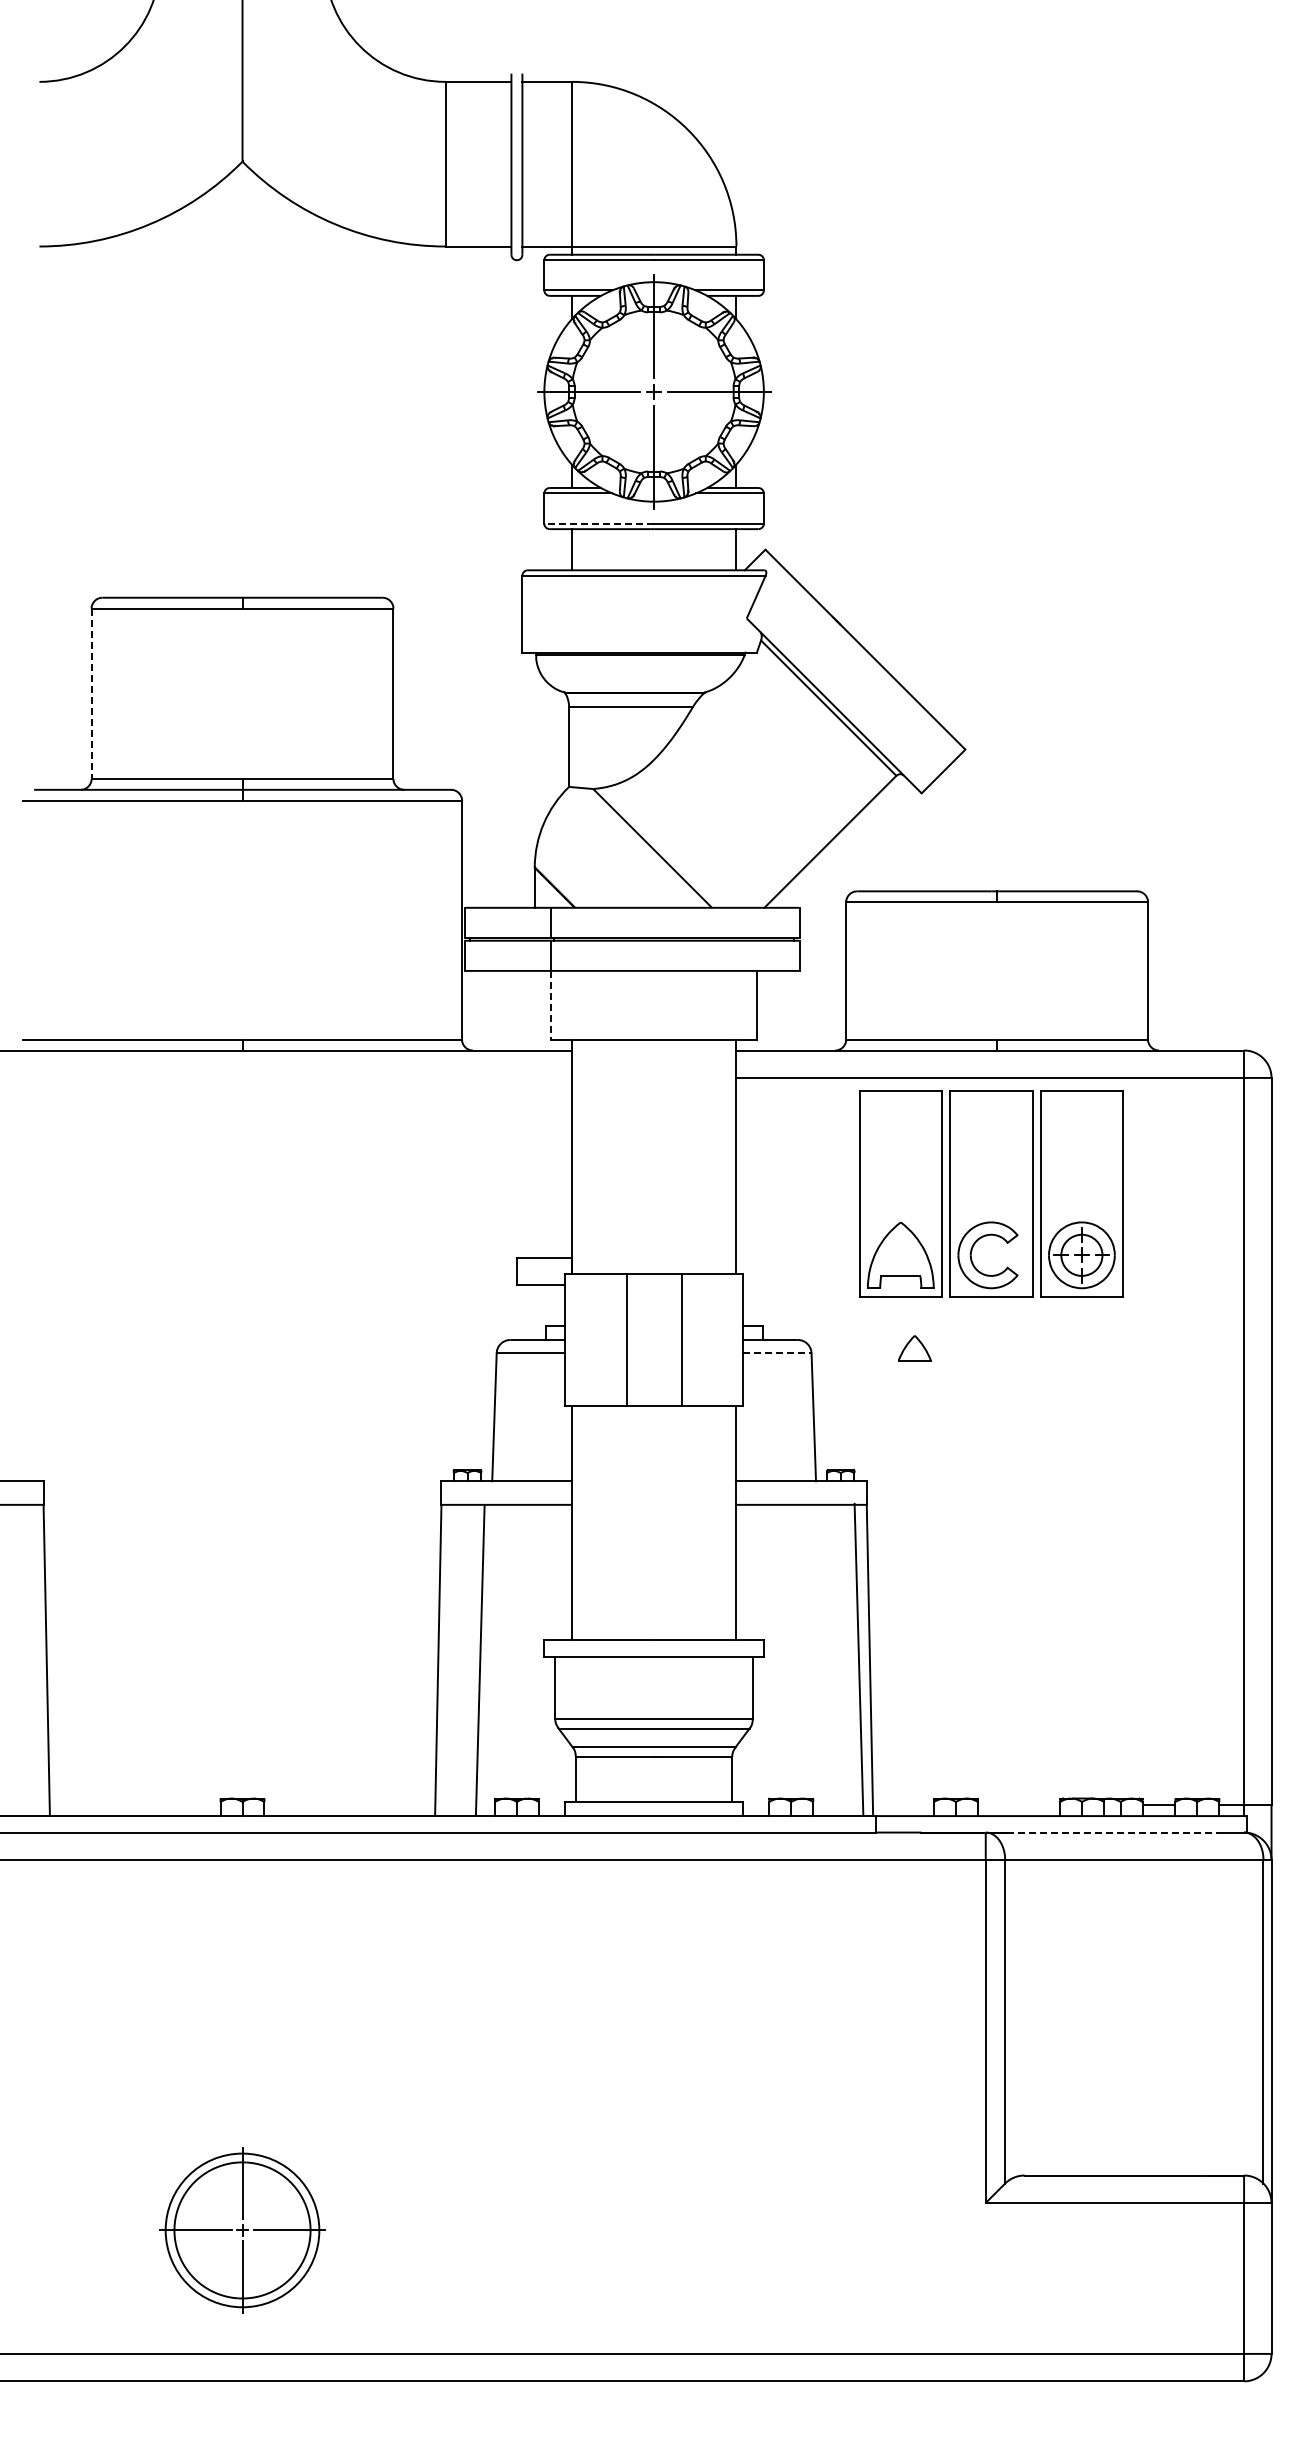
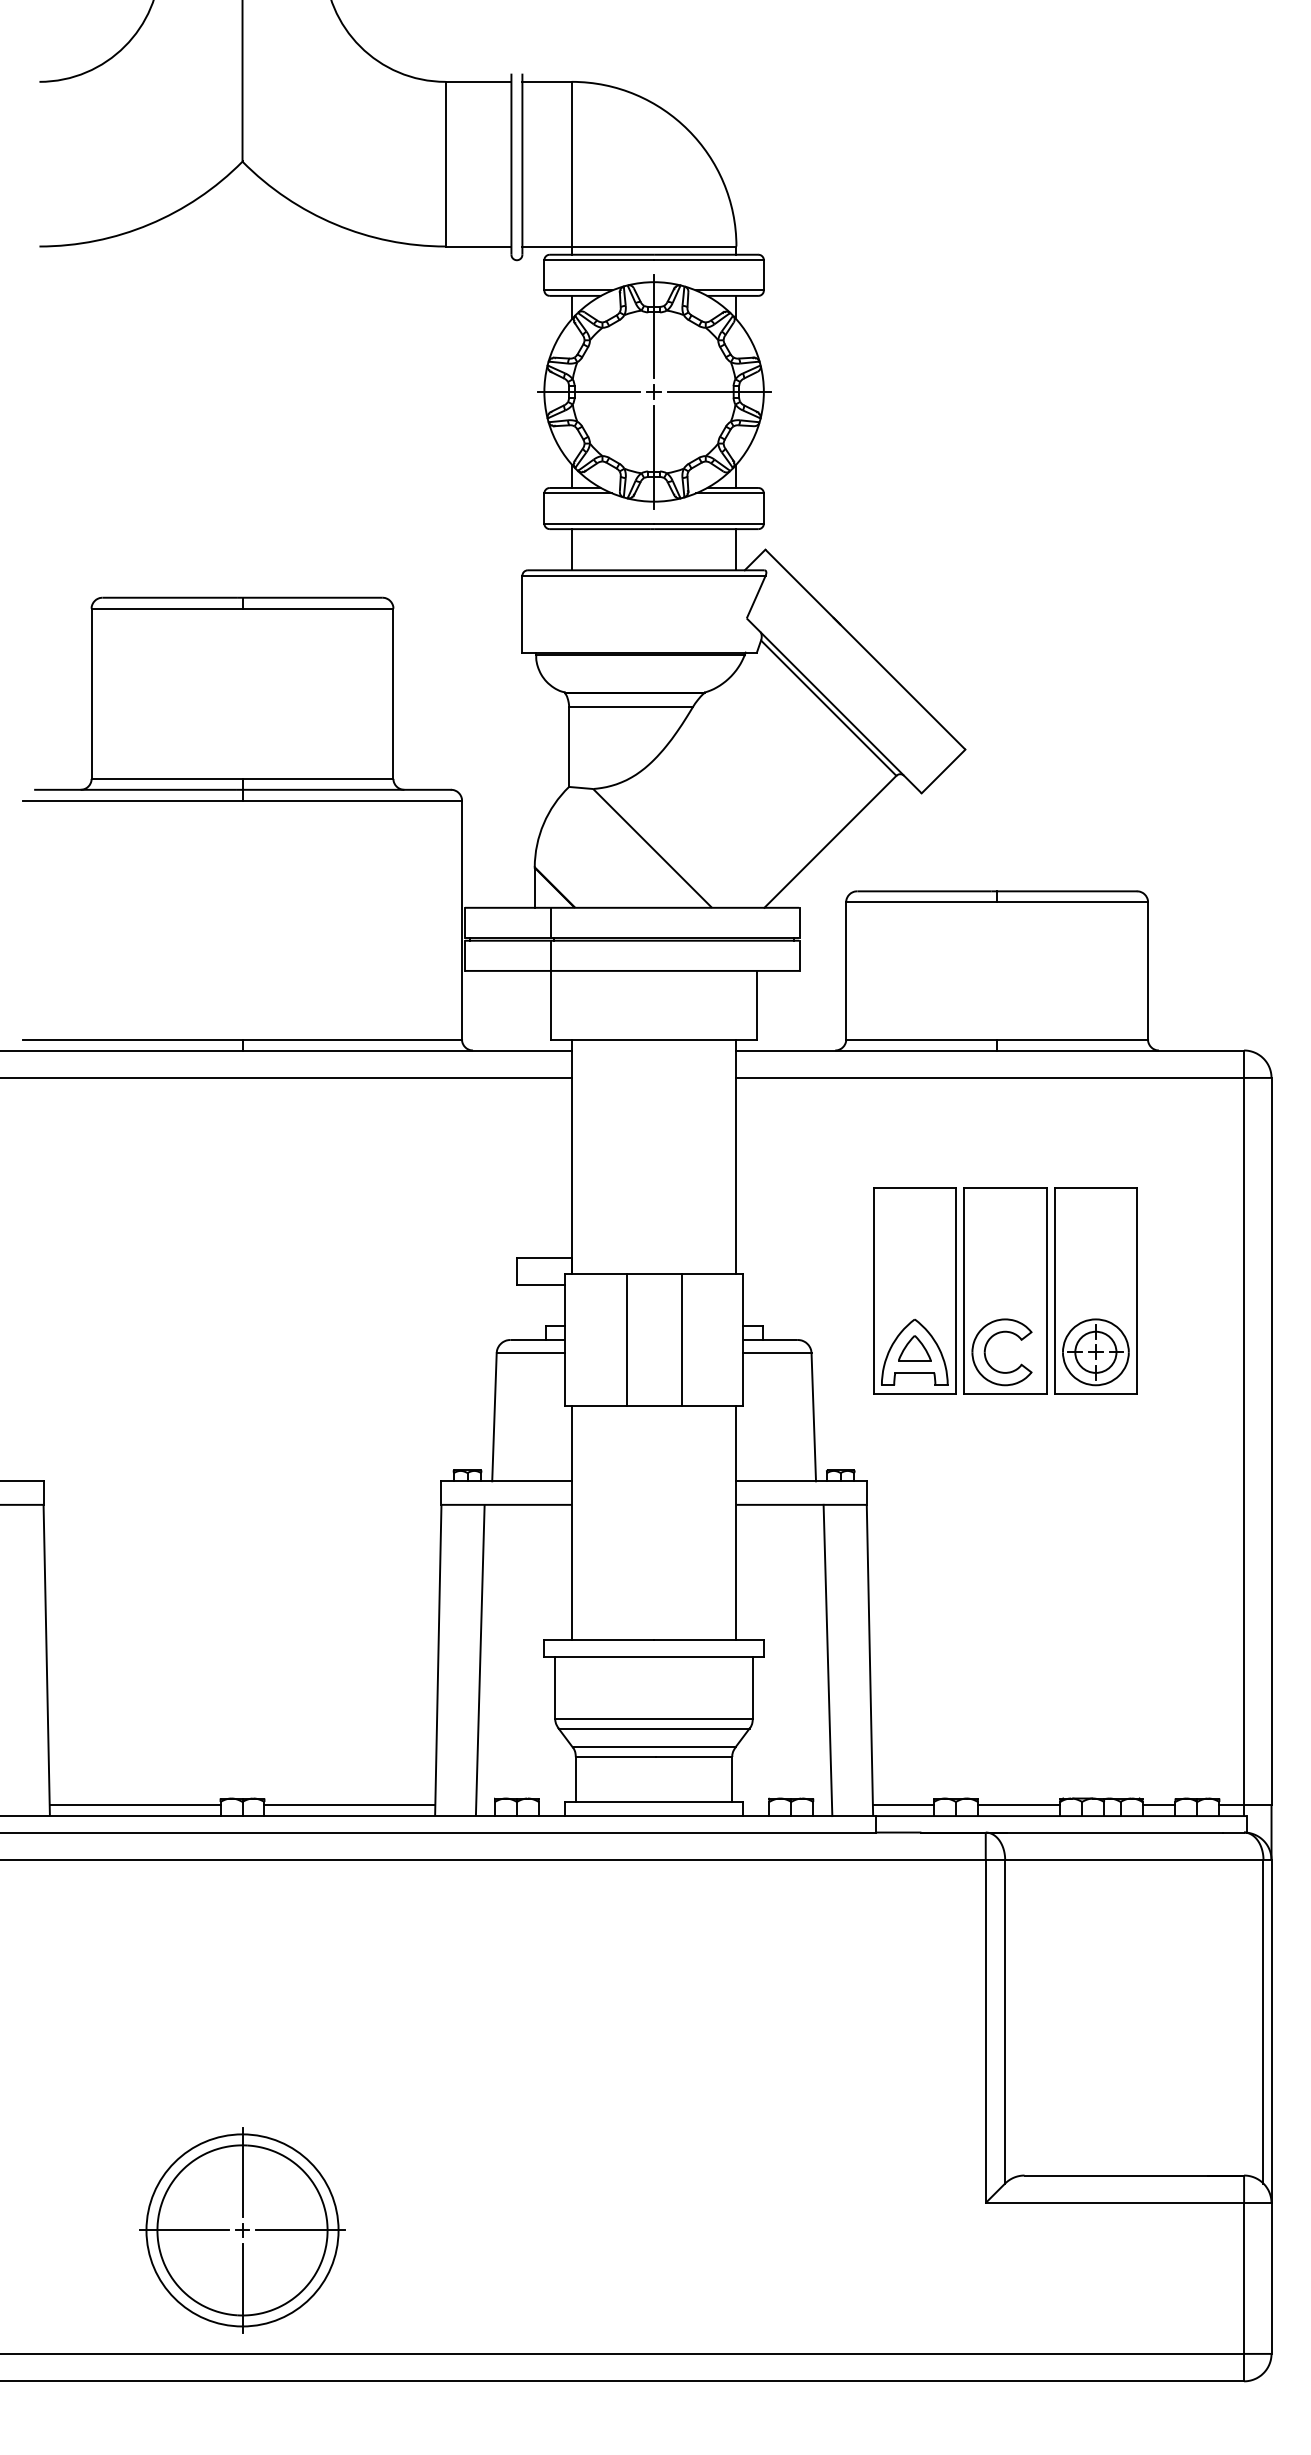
line at (599, 523): dashed -> solid
line at (91, 694): dashed -> solid
line at (551, 1005): dashed -> solid
line at (286, 1077): none -> present
part at (991, 1193) position: (991, 1193) -> (1005, 1290)
line at (777, 1353): dashed -> solid
line at (858, 1659) position: (858, 1659) -> (827, 1660)
line at (134, 1805): none -> present
line at (349, 1805): none -> present
line at (903, 1805): none -> present
line at (1018, 1805): none -> present
line at (1114, 1832): dashed -> solid
part at (242, 2230) size: 167x167 px -> 207x207 px
